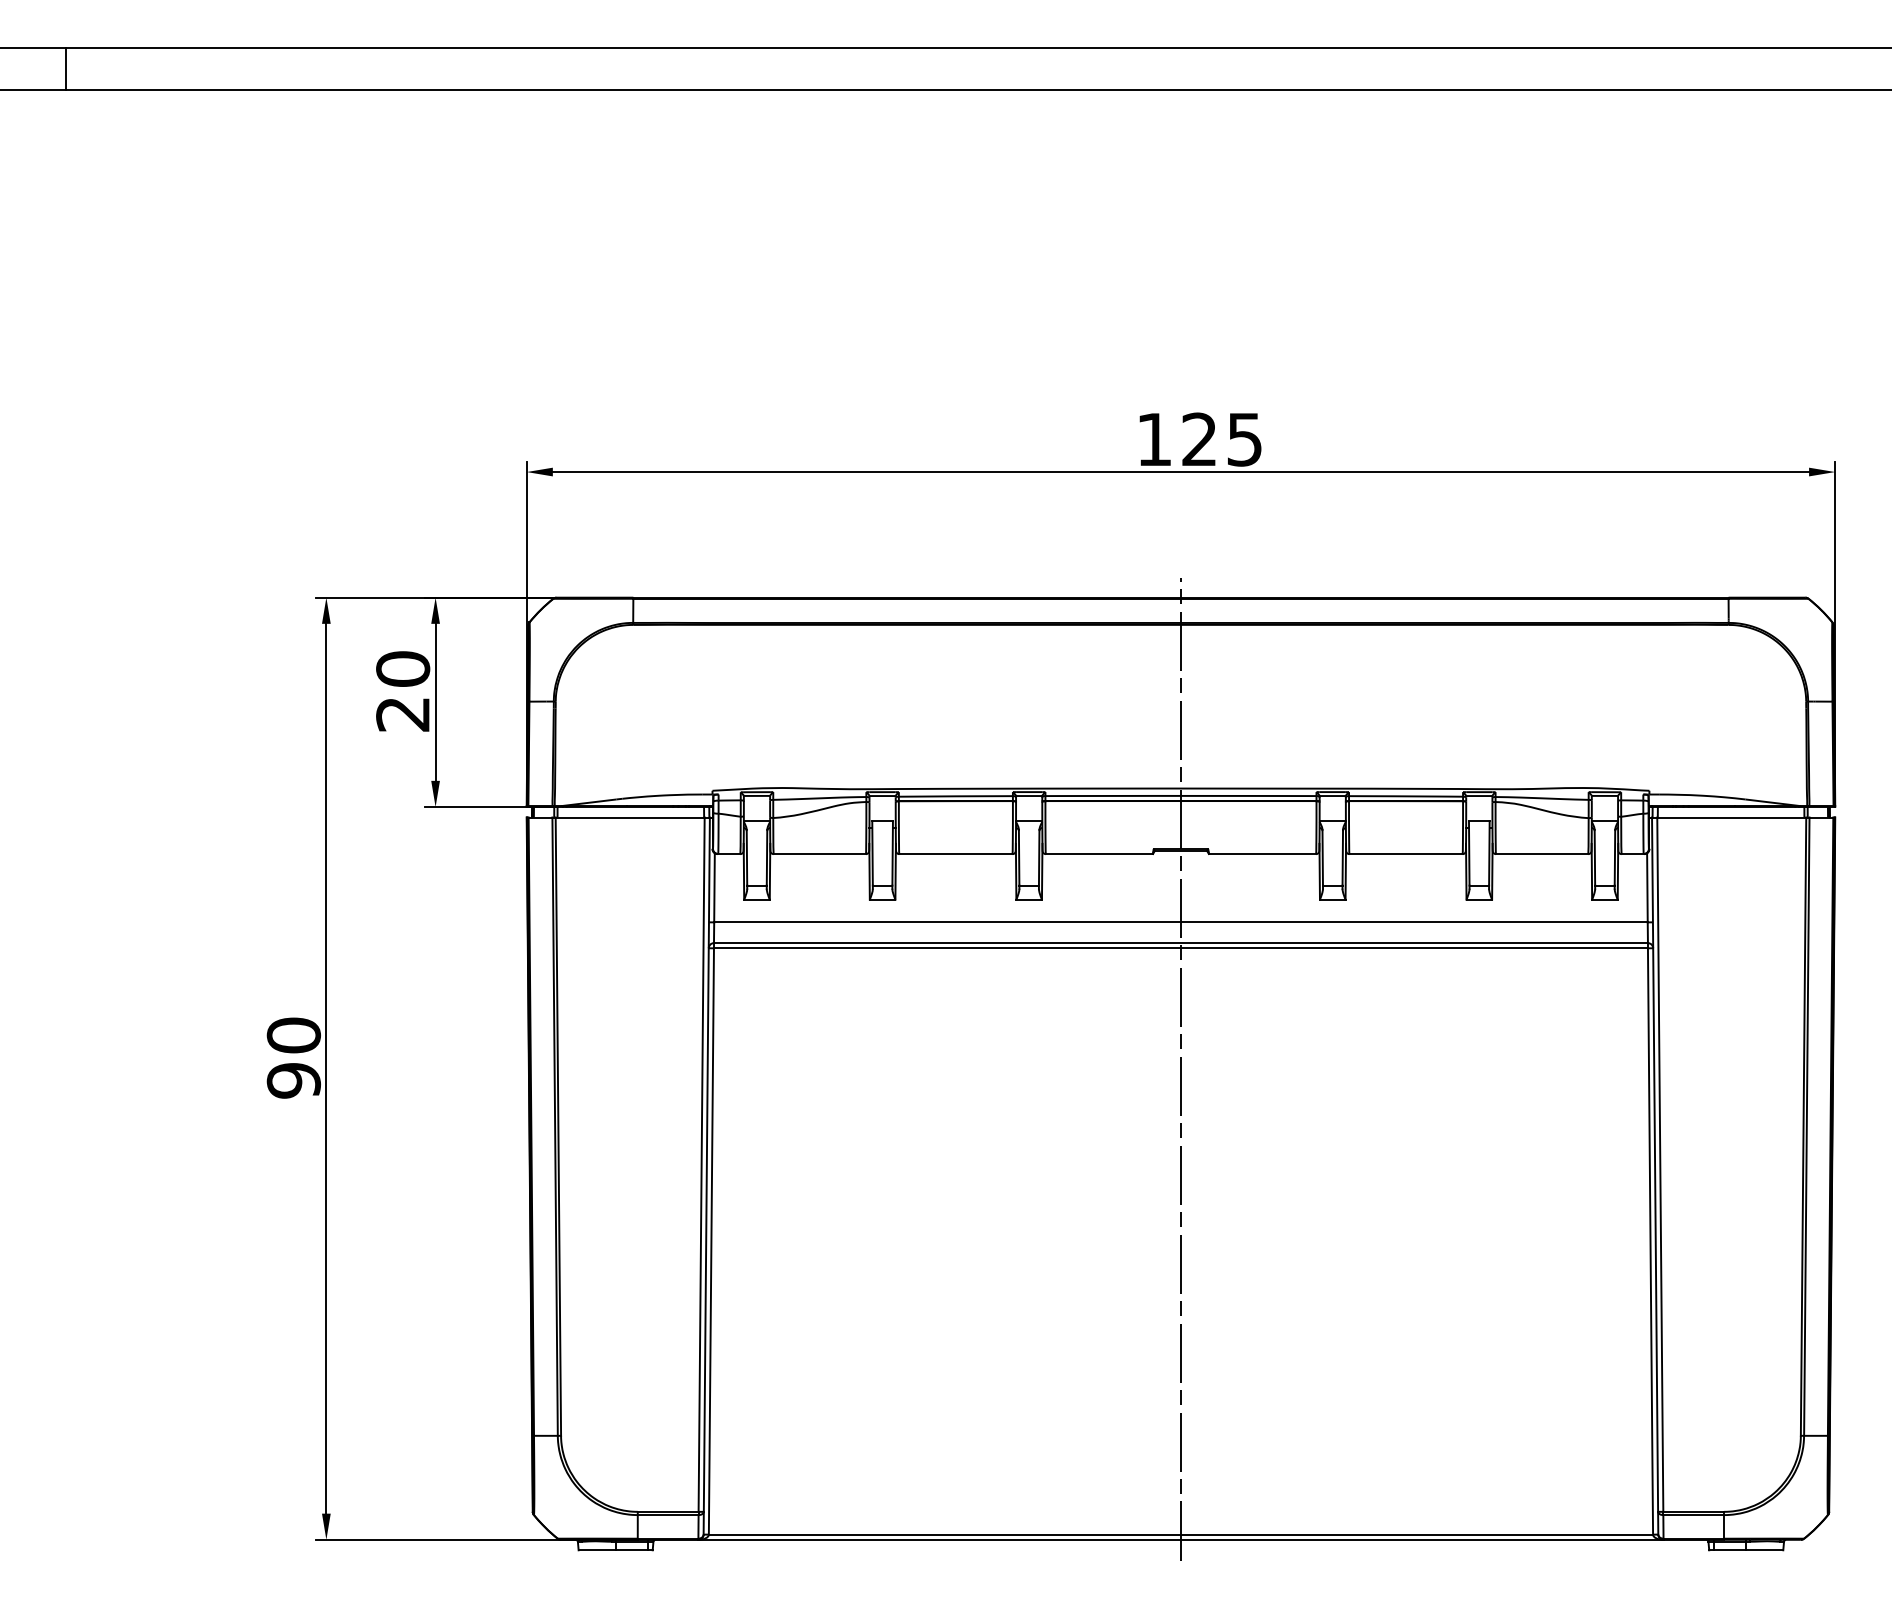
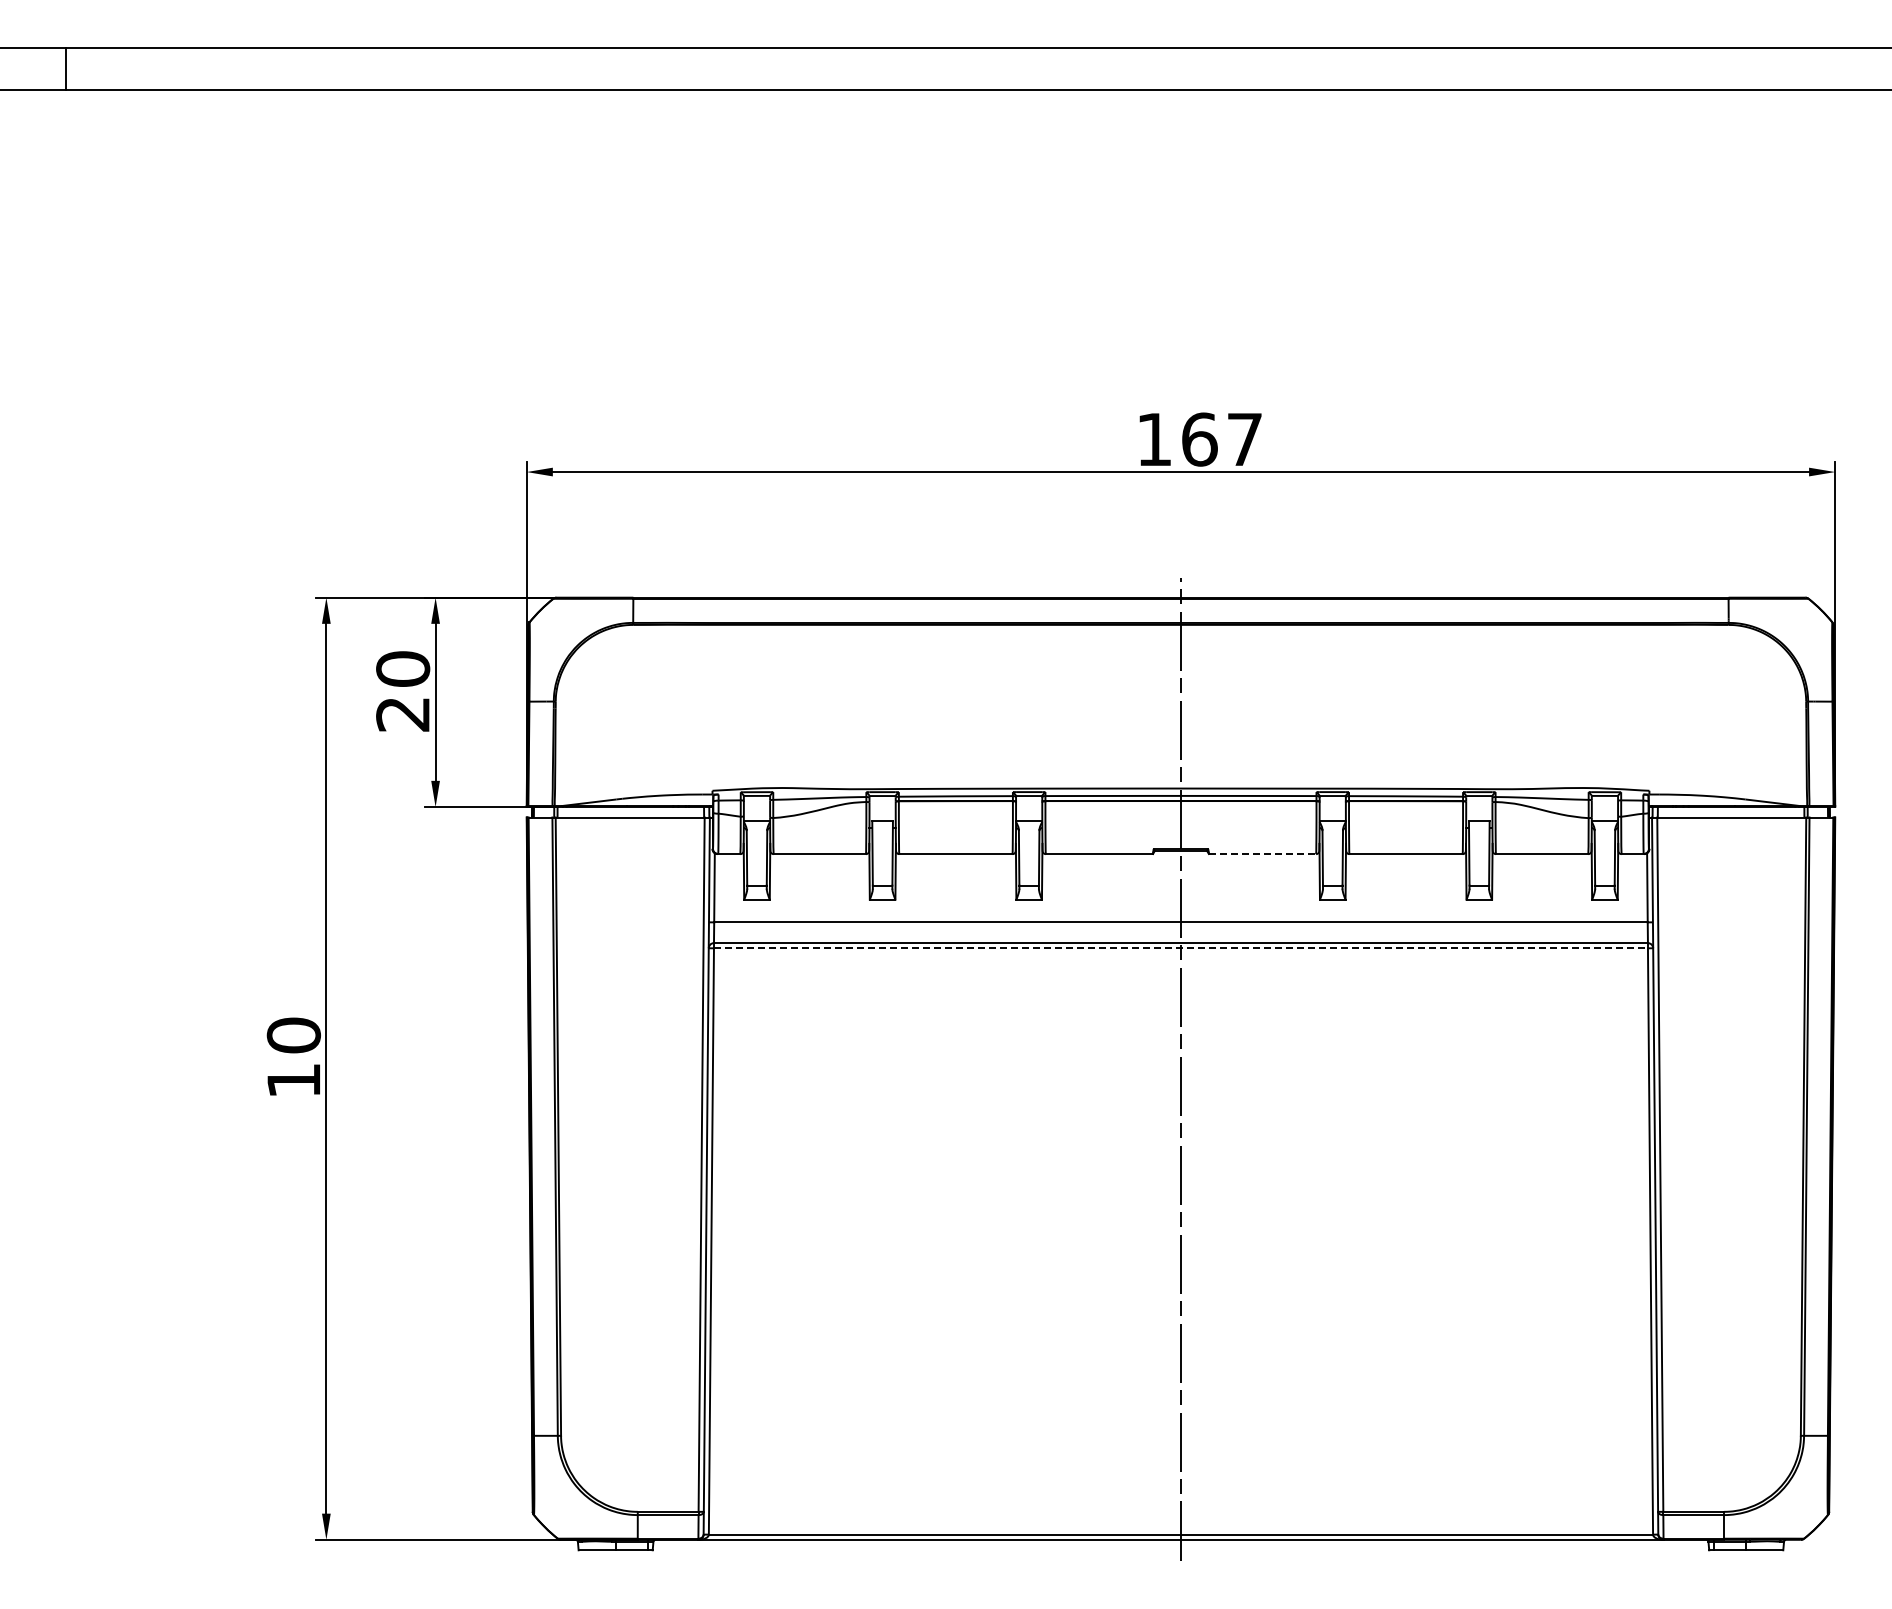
text at (1221, 439): 125 -> 167
line at (1262, 854): solid -> dashed
line at (1180, 948): solid -> dashed
text at (293, 1080): 90 -> 10
